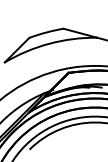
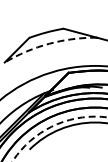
arc at (49, 43): solid -> dashed
arc at (52, 126): solid -> dashed
